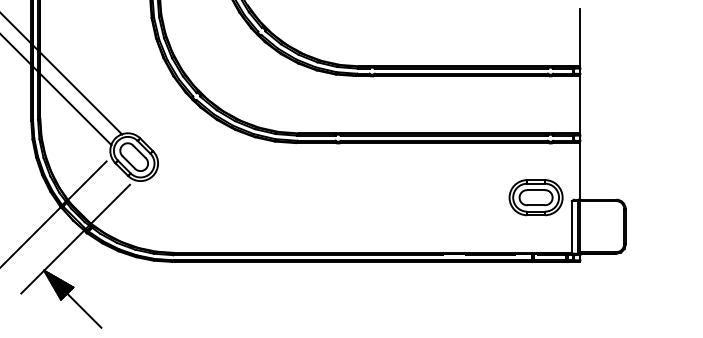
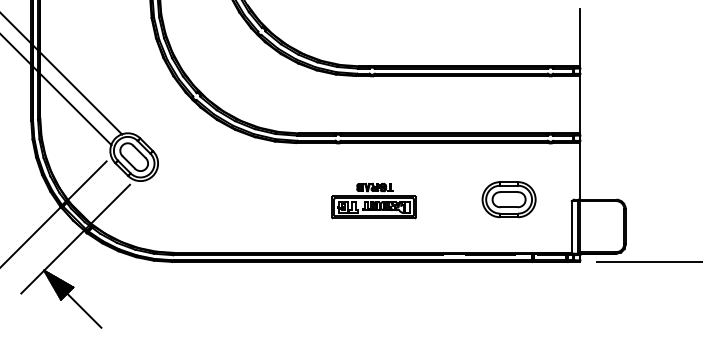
part at (535, 197) position: (535, 197) -> (508, 199)
part at (373, 200): none -> present
line at (647, 261): none -> present
